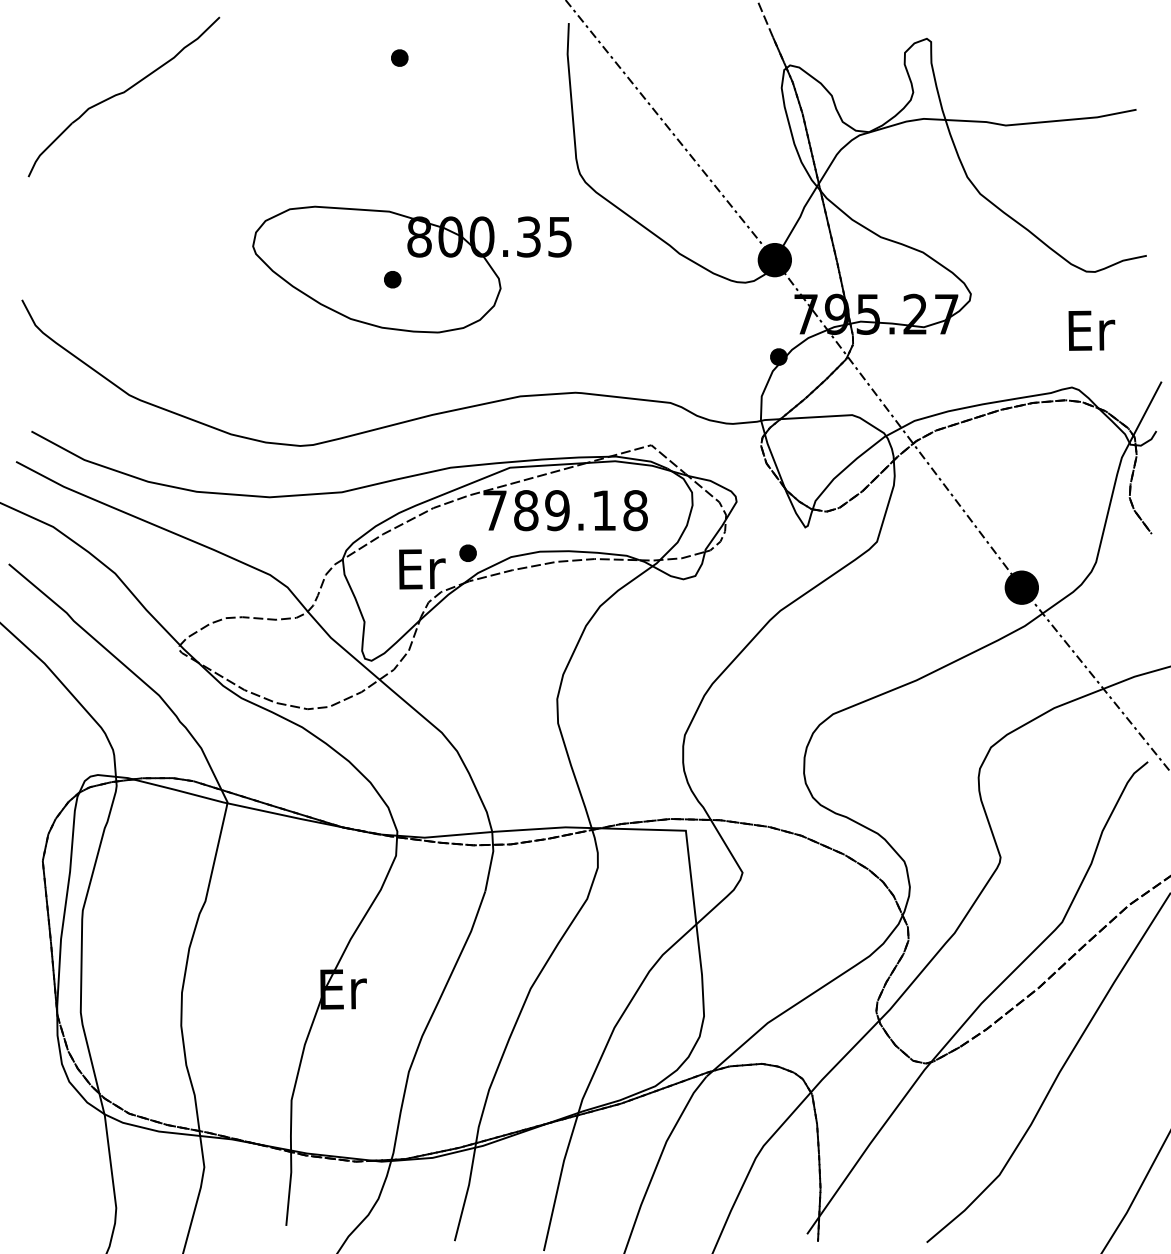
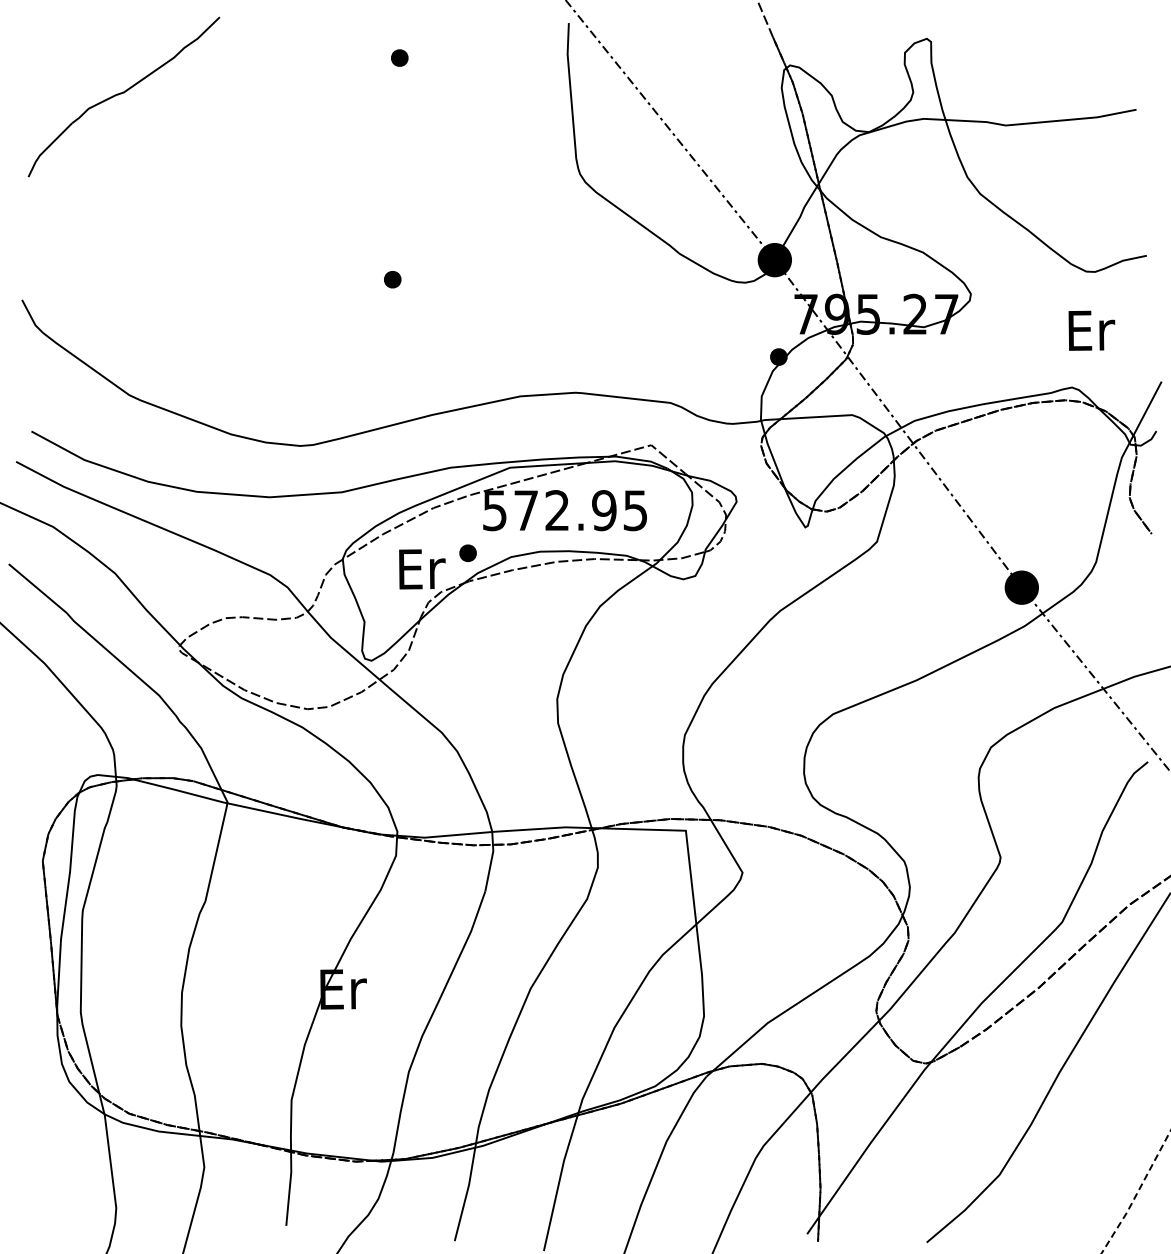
part at (411, 269): present -> none
text at (565, 510): 789.18 -> 572.95
line at (1137, 1193): solid -> dashed
